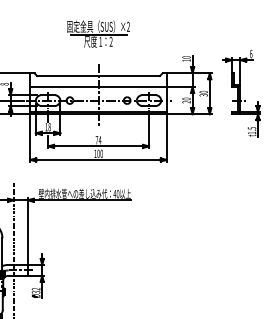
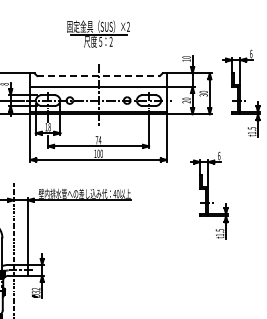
text at (100, 41): 1 -> 5
line at (99, 76): solid -> dashed
part at (209, 195): none -> present
